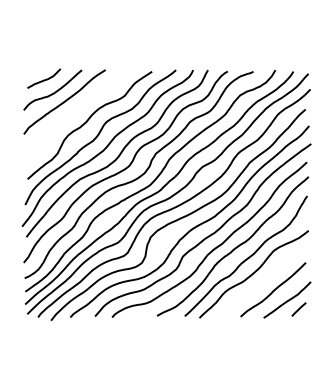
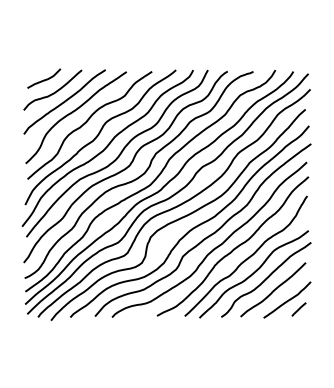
curve at (72, 113): none -> present
curve at (266, 279): none -> present
